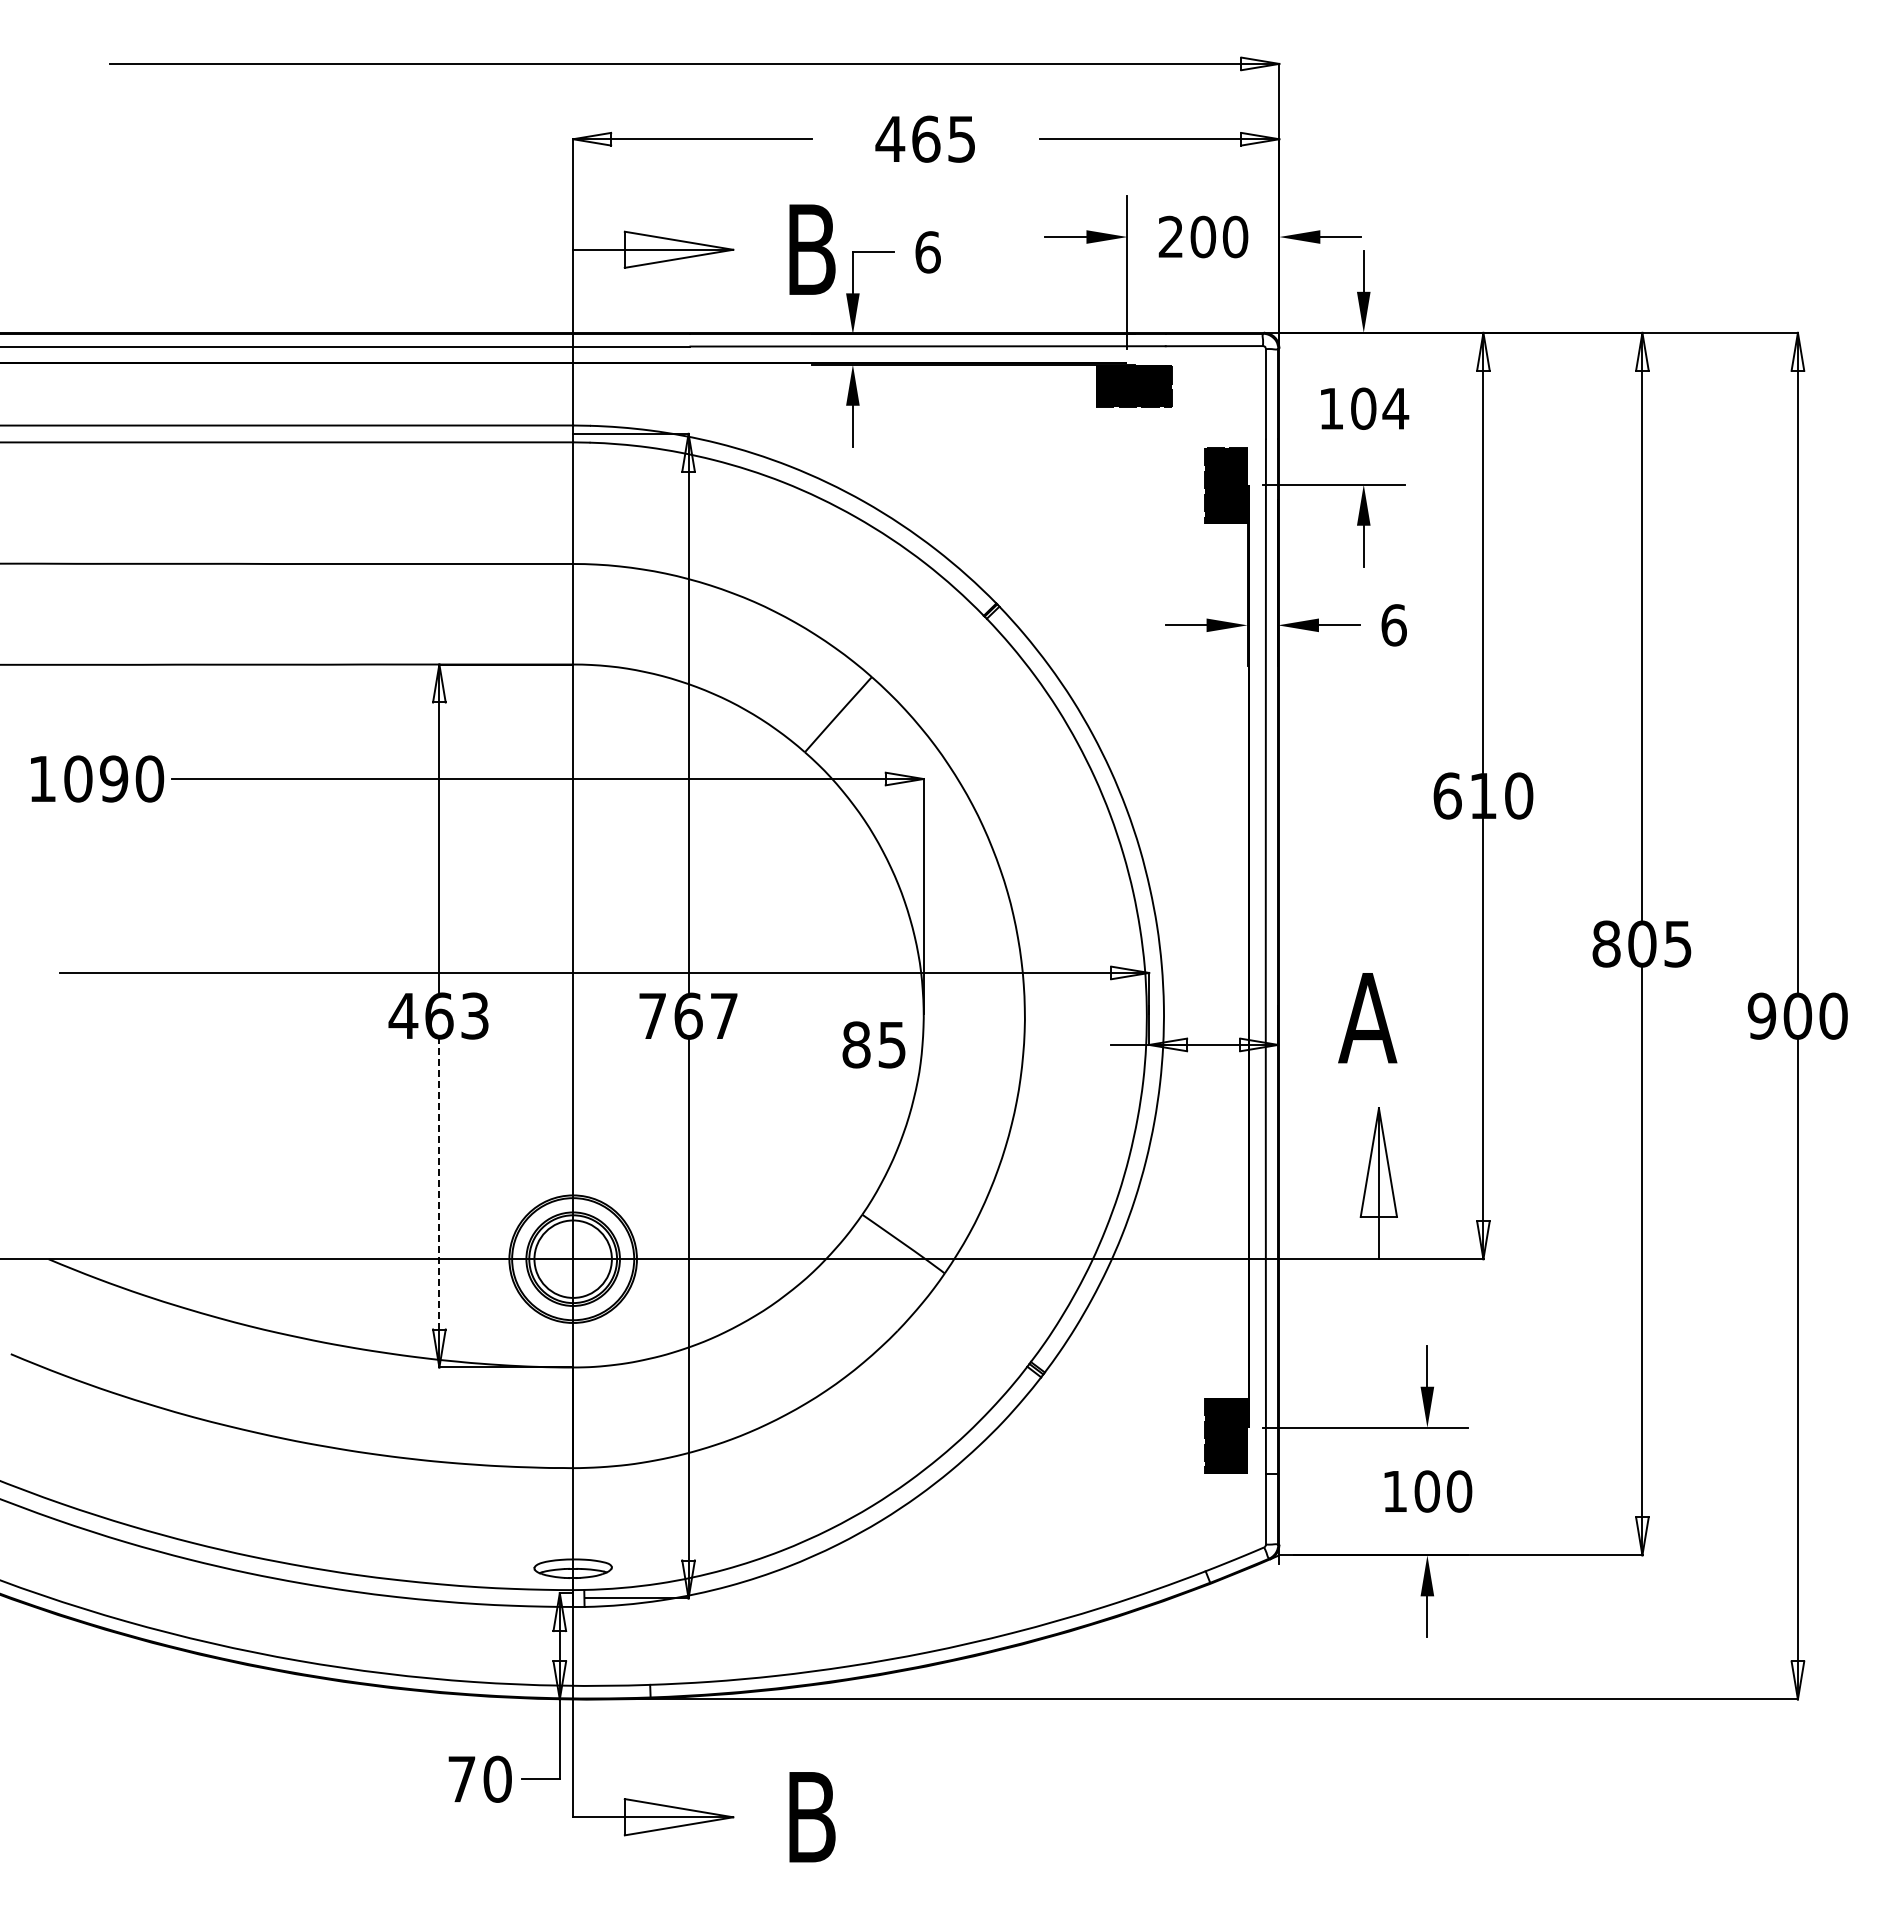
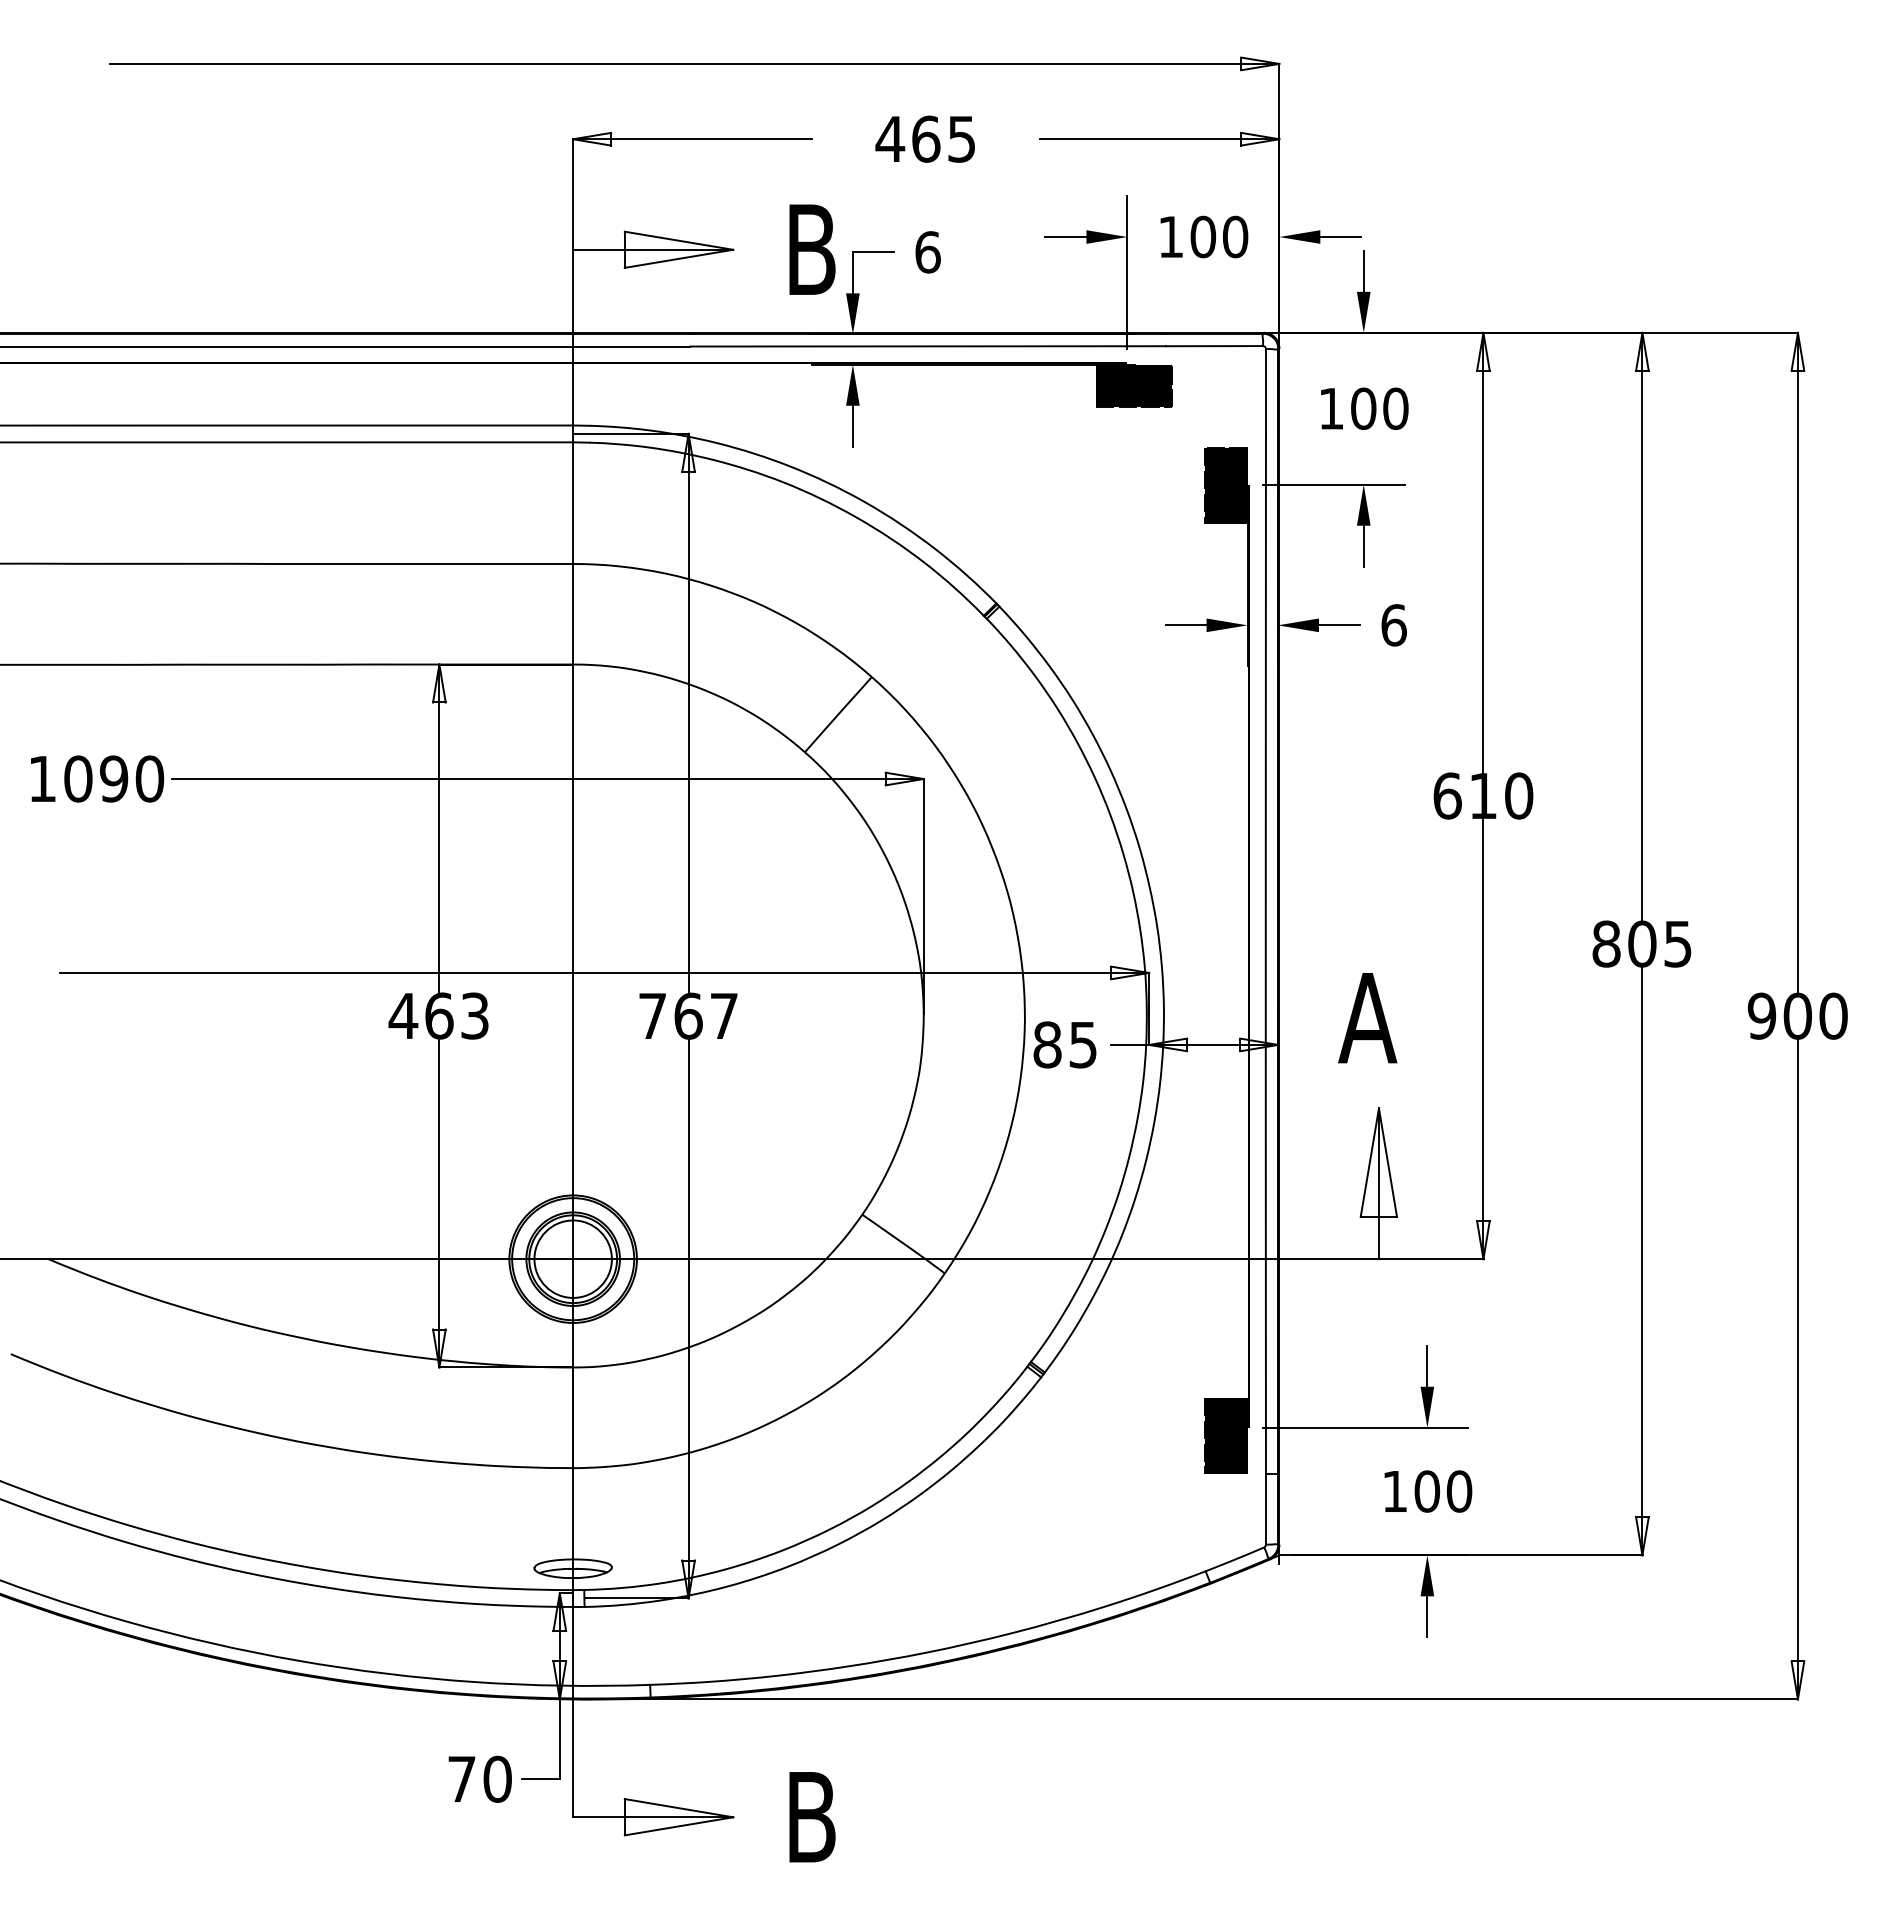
text at (1170, 236): 200 -> 100
text at (1395, 408): 104 -> 100
text at (873, 1044) position: (873, 1044) -> (1064, 1044)
line at (439, 1183): dashed -> solid
